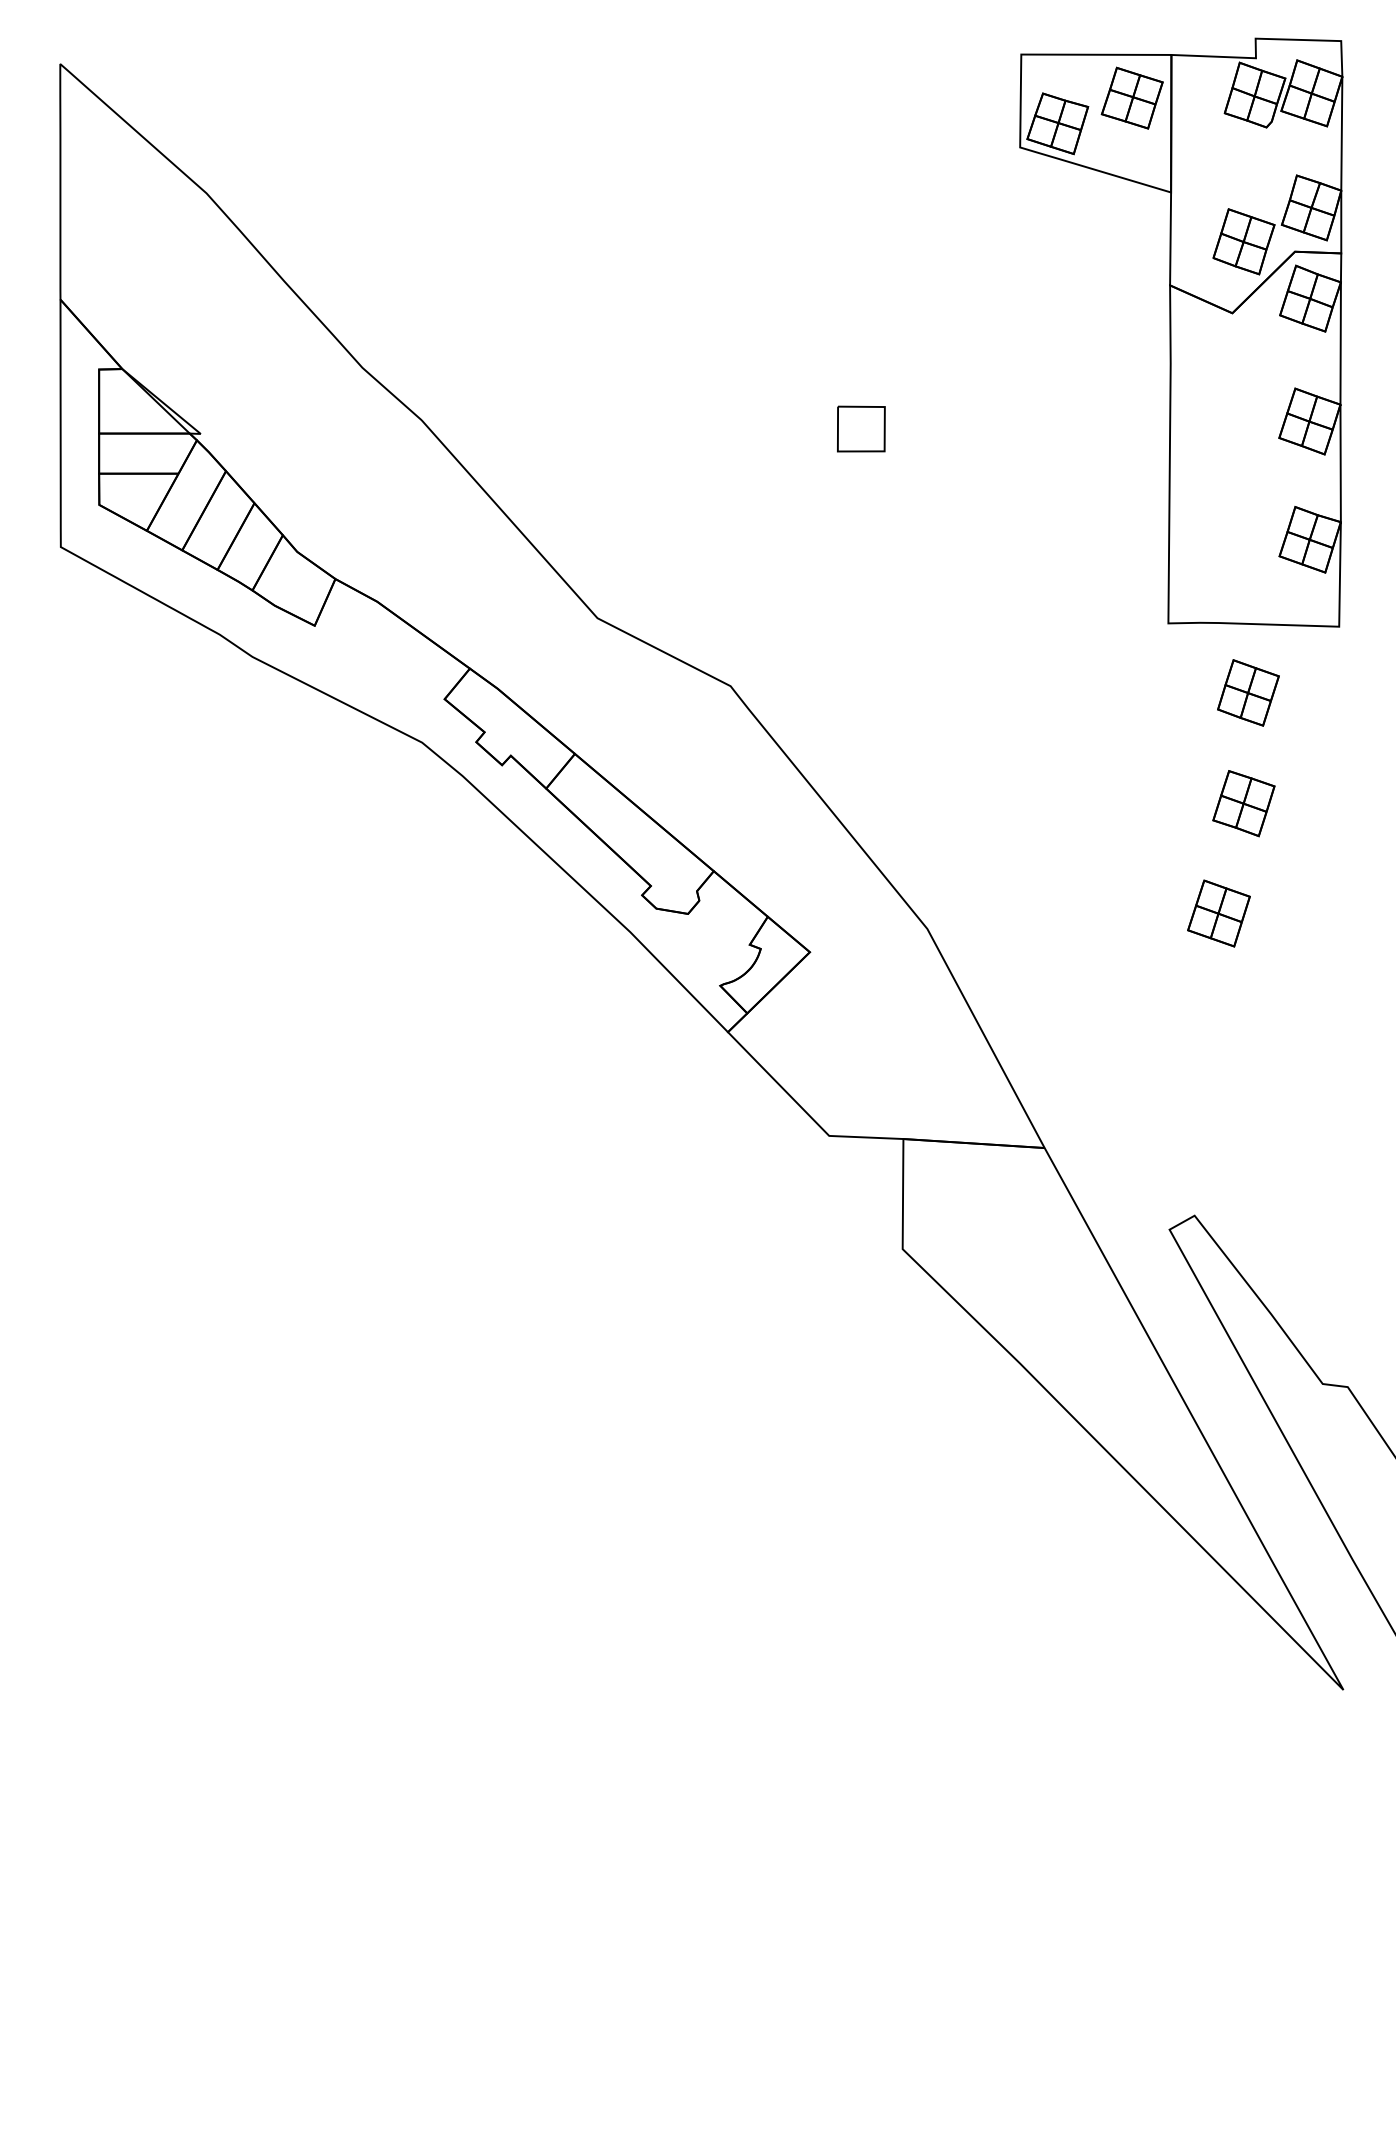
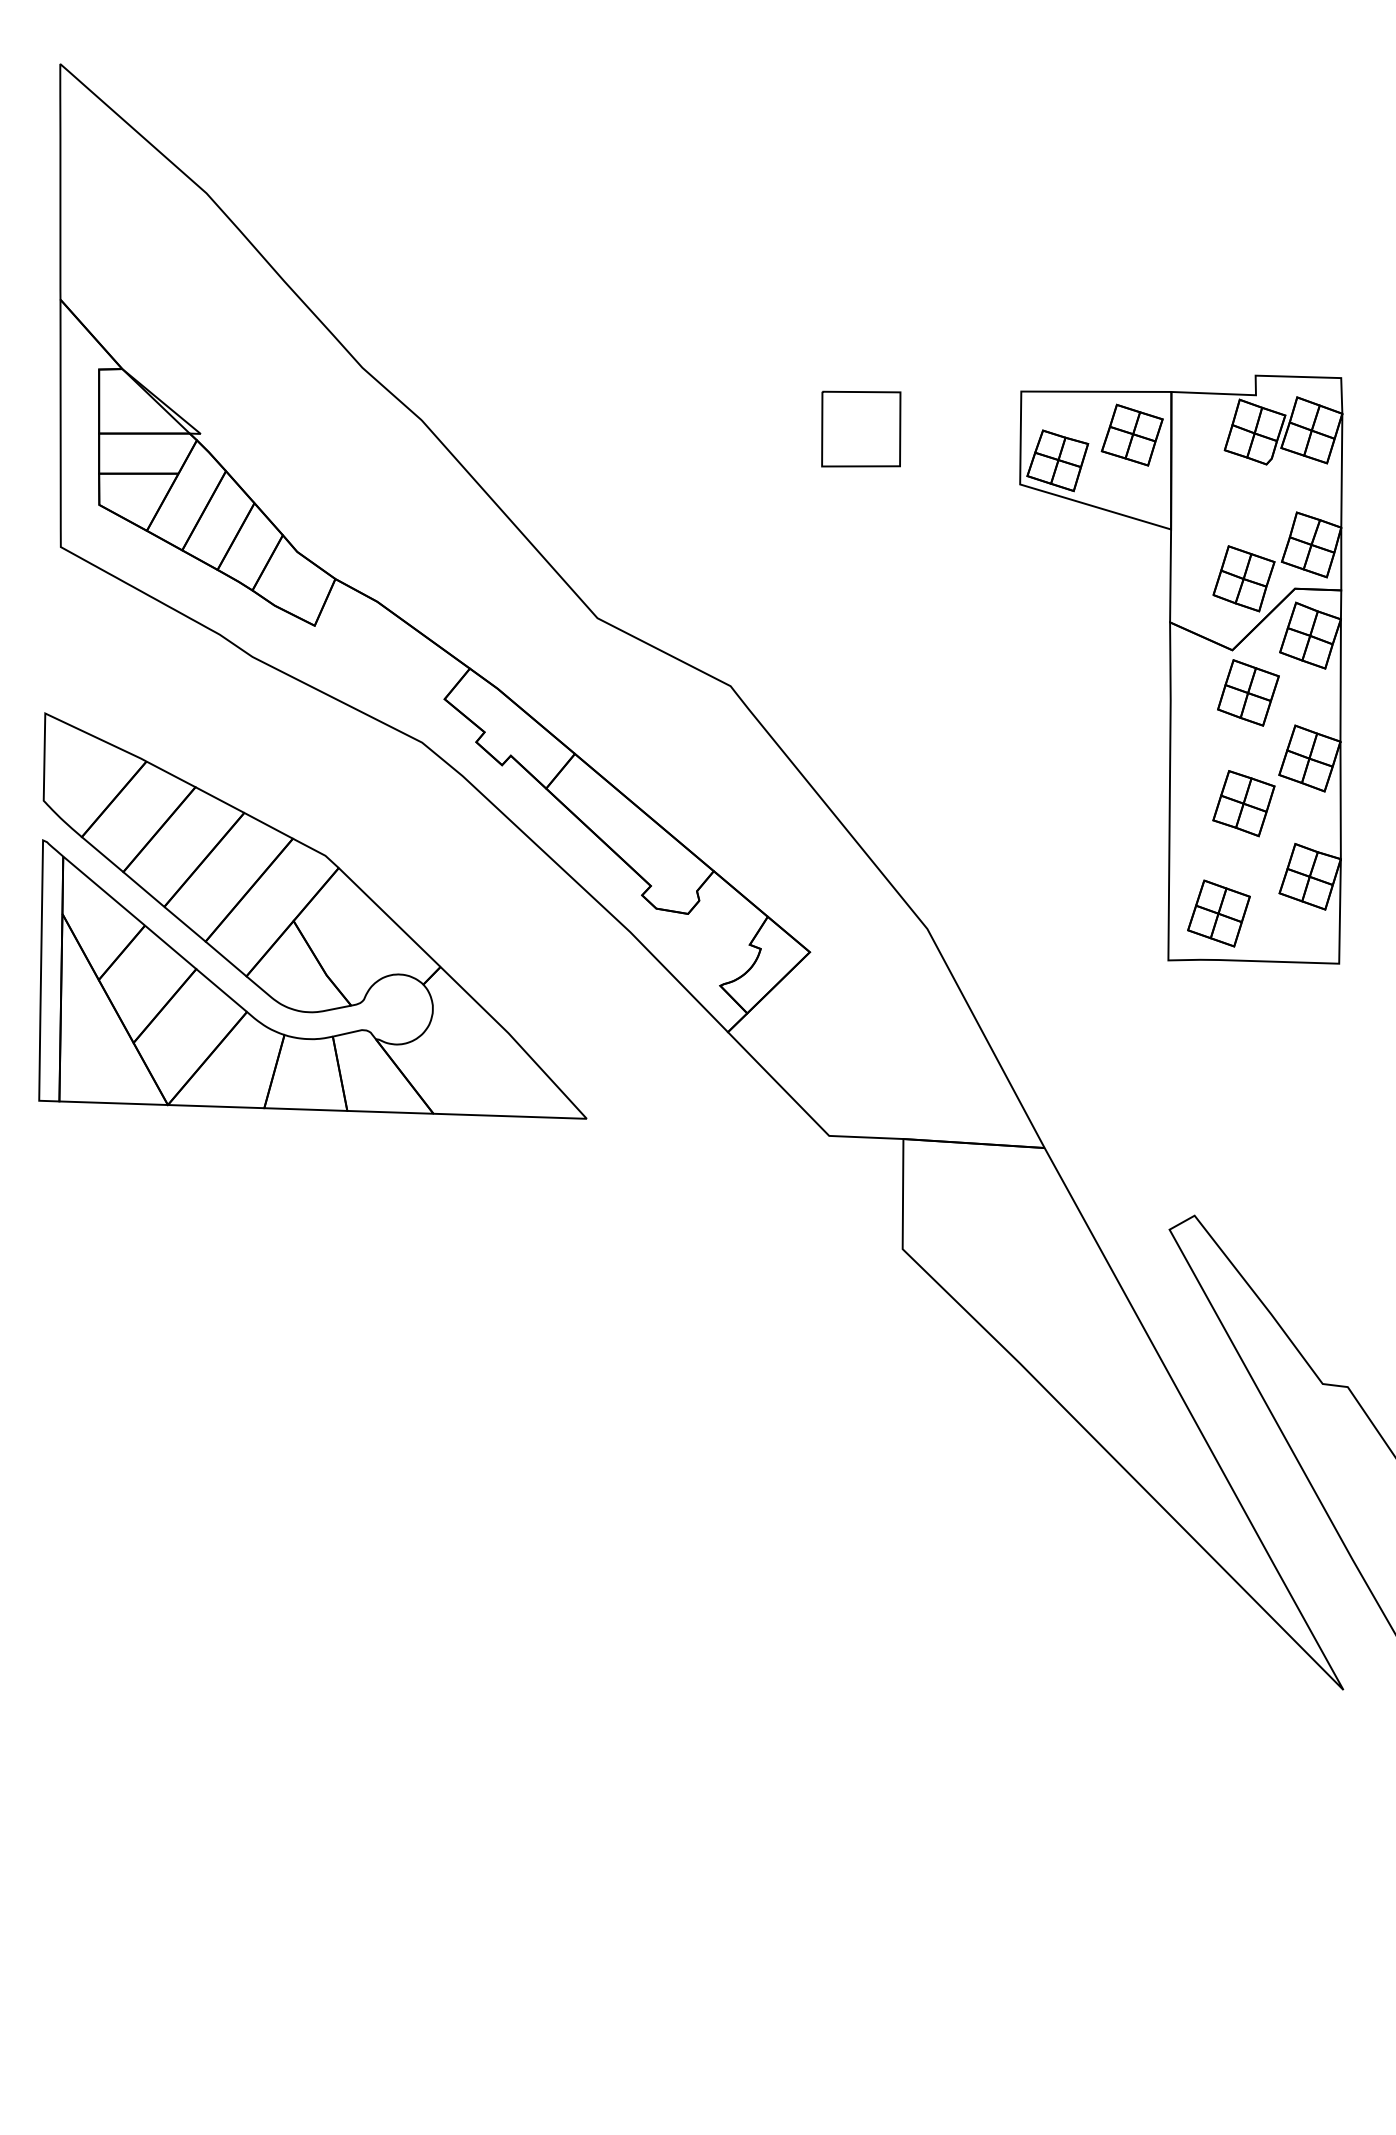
part at (1181, 332) position: (1181, 332) -> (1181, 669)
part at (861, 428) size: 49x48 px -> 81x78 px
part at (312, 915): none -> present
